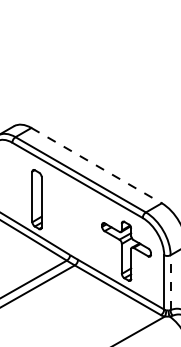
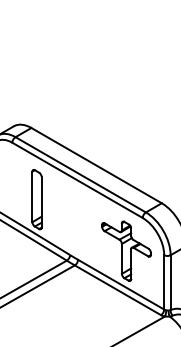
line at (97, 165): dashed -> solid
line at (170, 282): dashed -> solid
